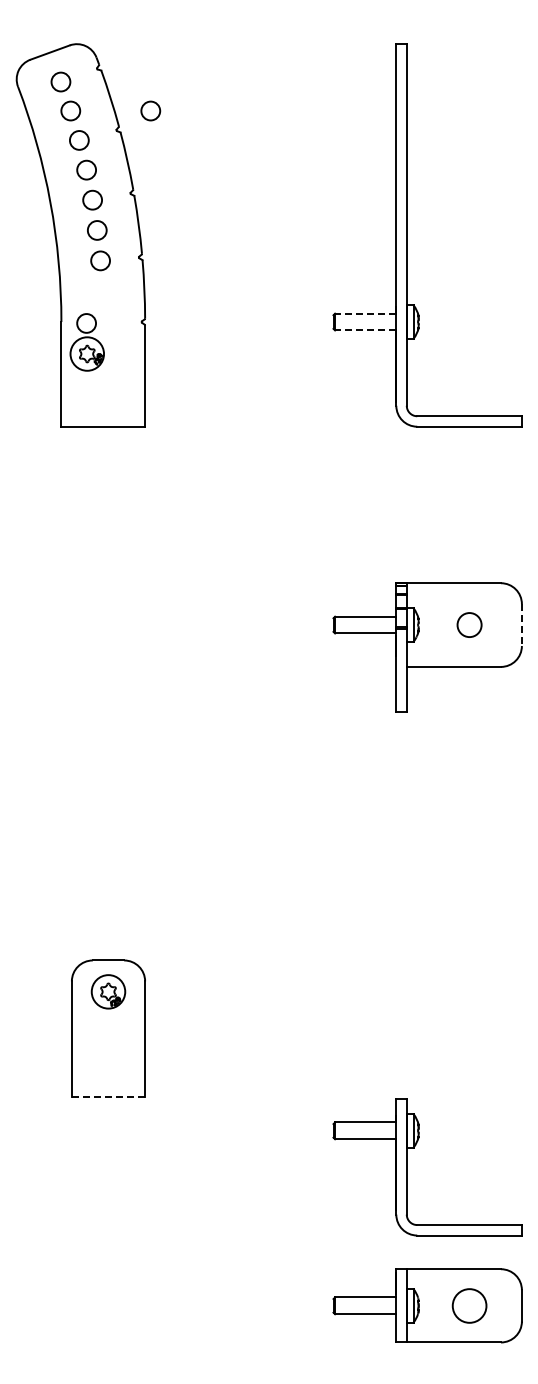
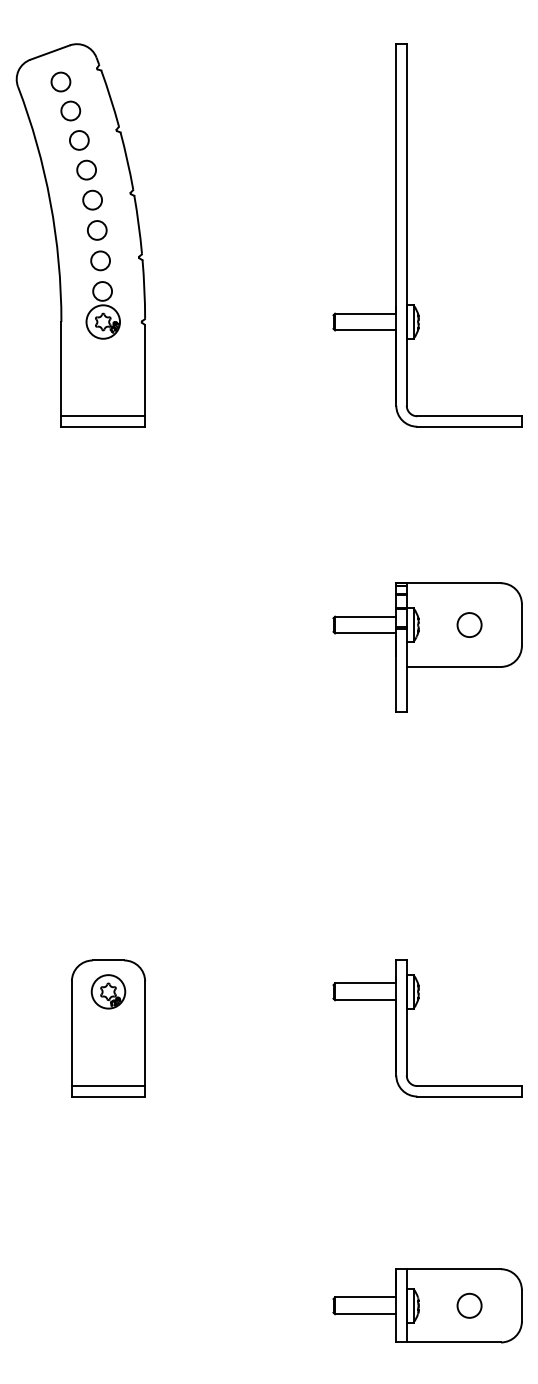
circle at (150, 110): present -> none
line at (365, 313): dashed -> solid
line at (365, 330): dashed -> solid
part at (86, 342) position: (86, 342) -> (102, 310)
line at (103, 416): none -> present
line at (521, 625): dashed -> solid
line at (108, 1086): none -> present
line at (108, 1096): dashed -> solid
part at (407, 1167) position: (407, 1167) -> (407, 1028)
circle at (469, 1305) size: 37x36 px -> 27x27 px
